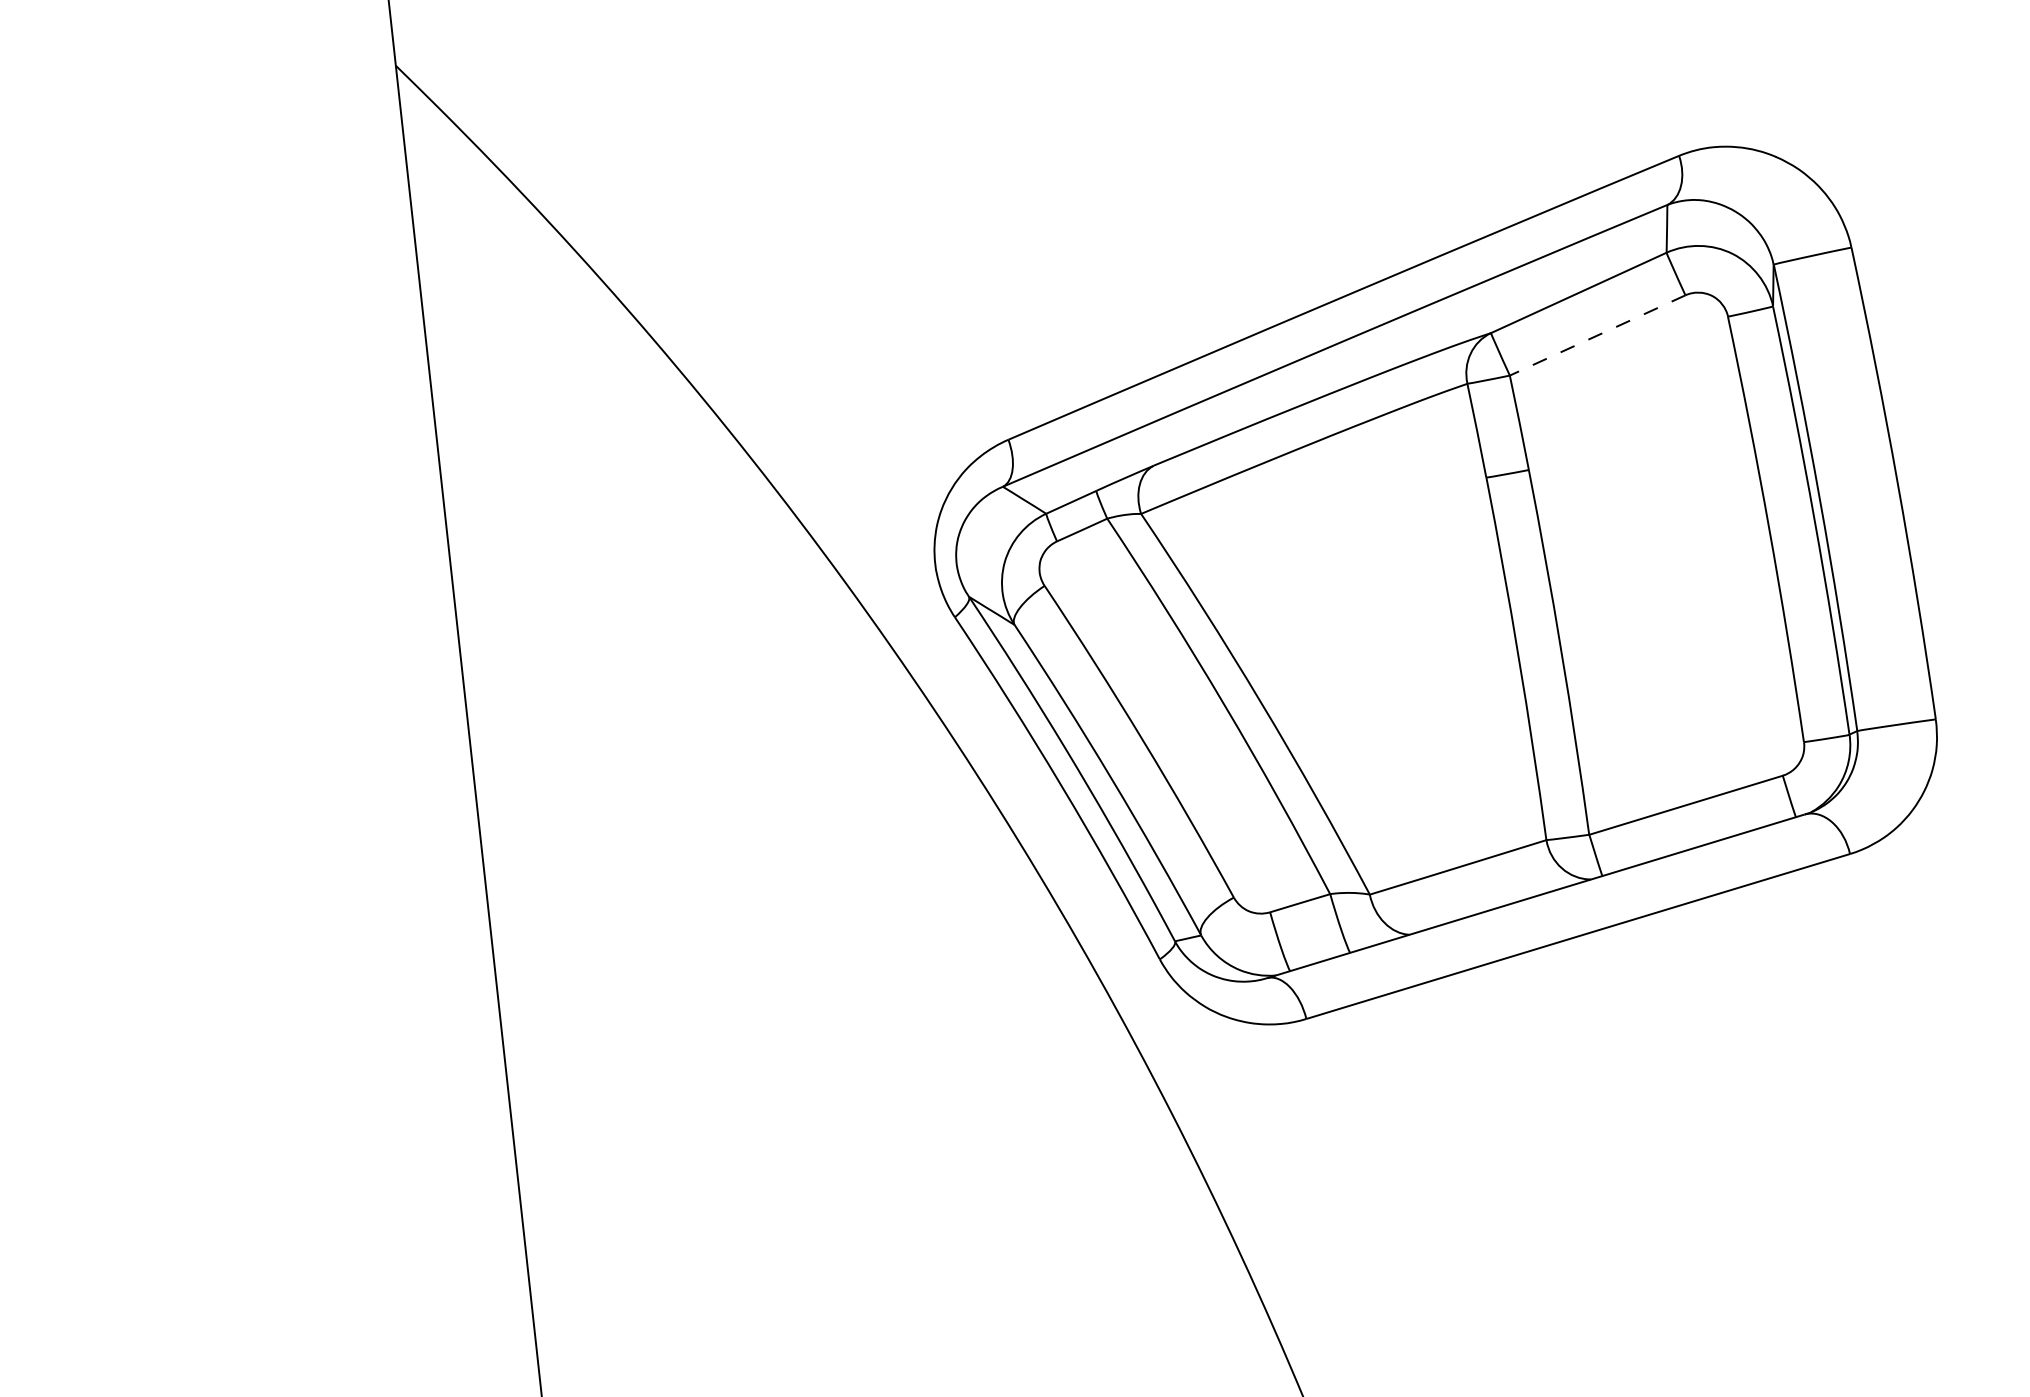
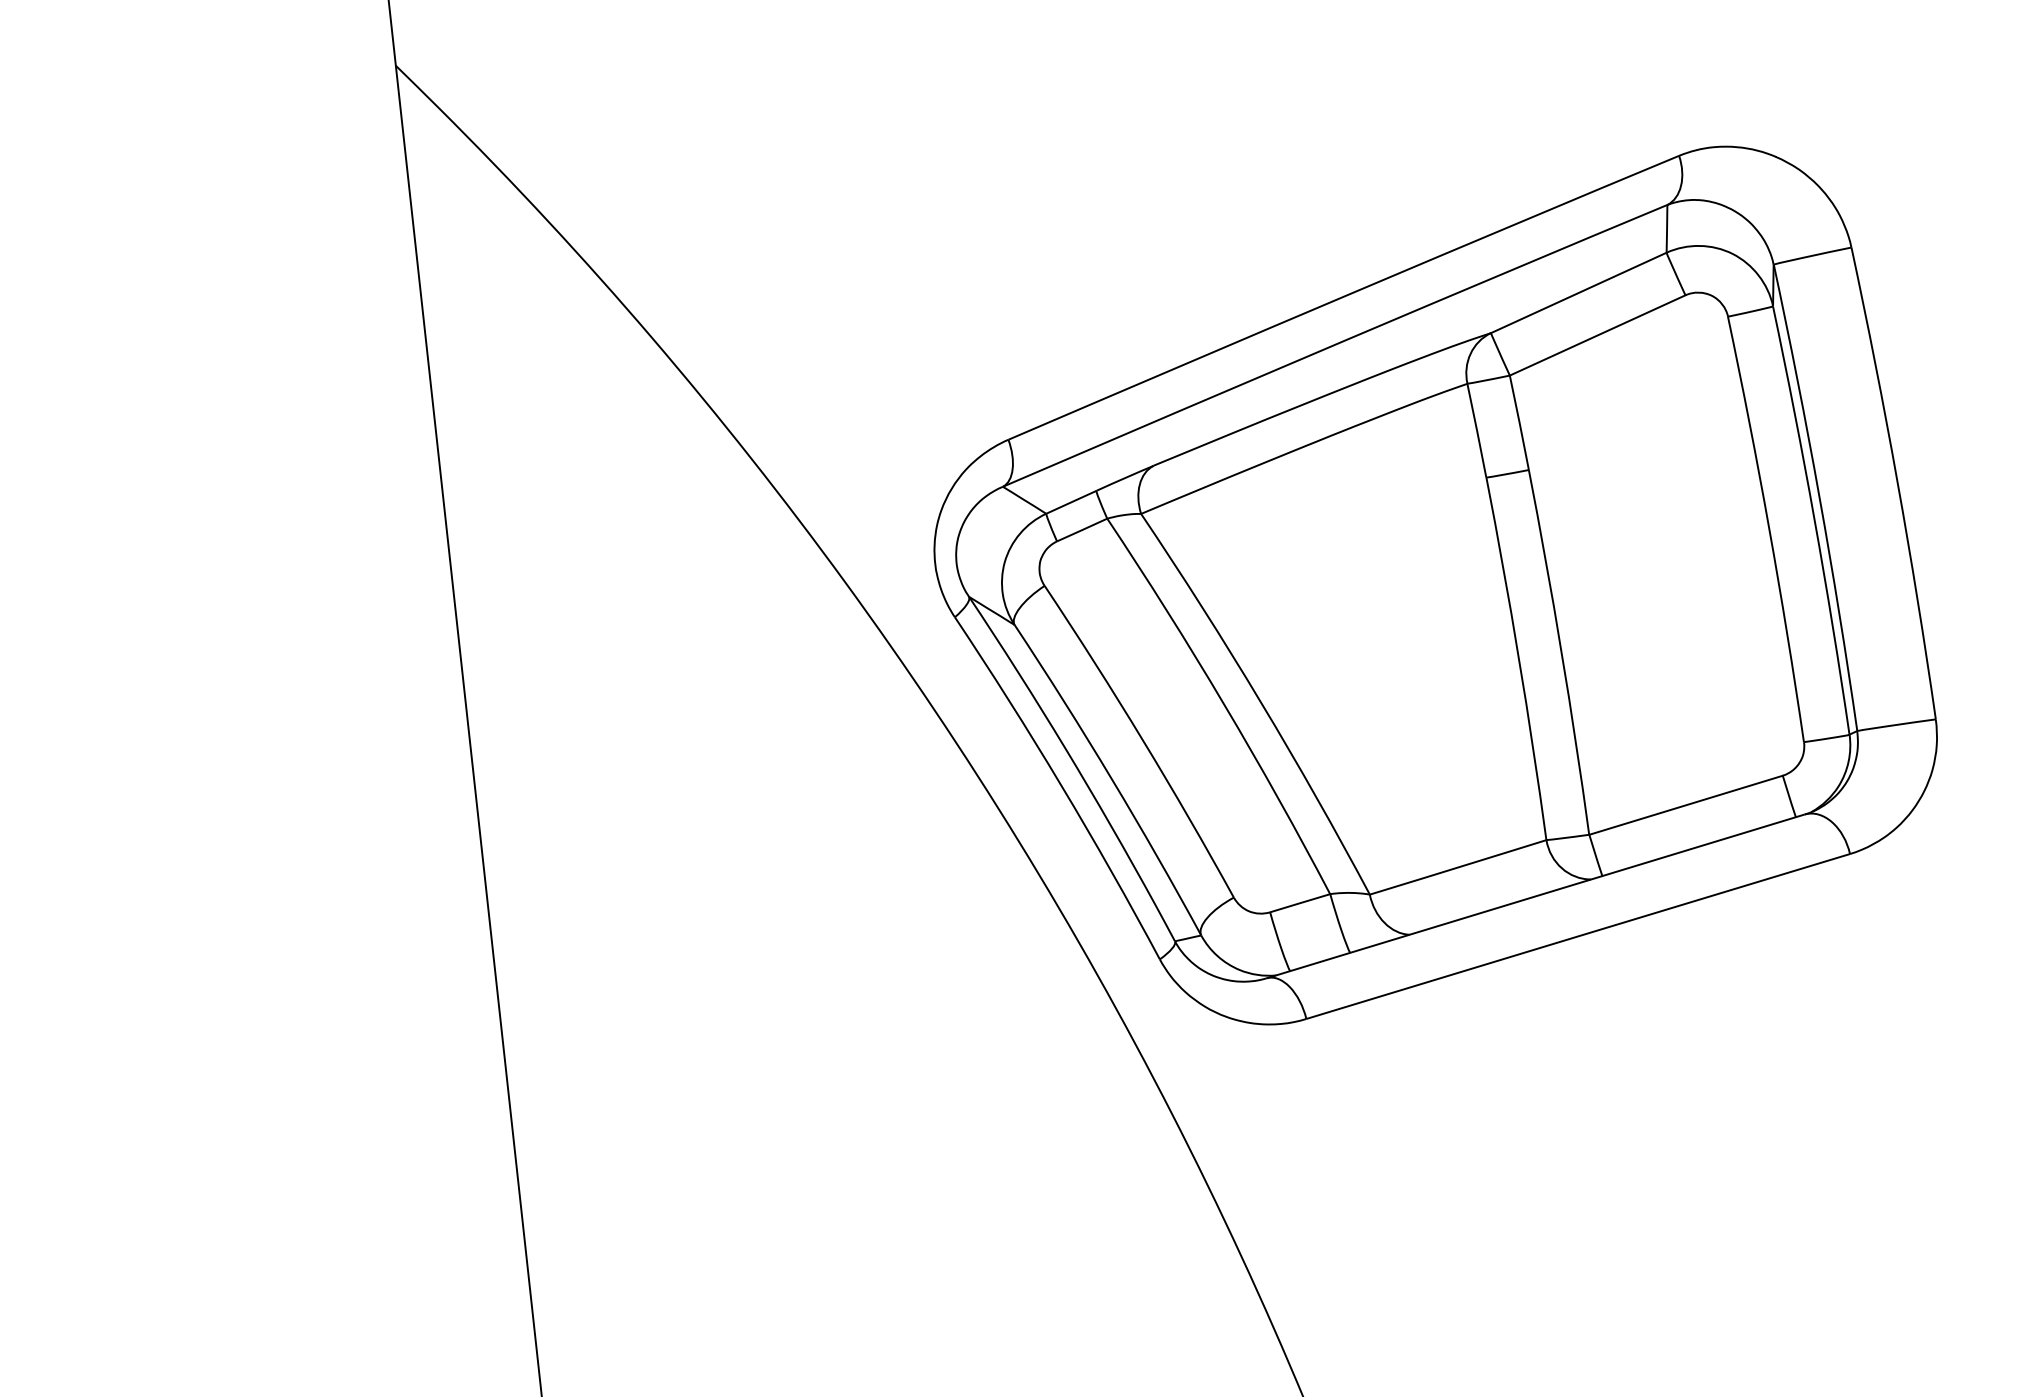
line at (1597, 335): dashed -> solid
